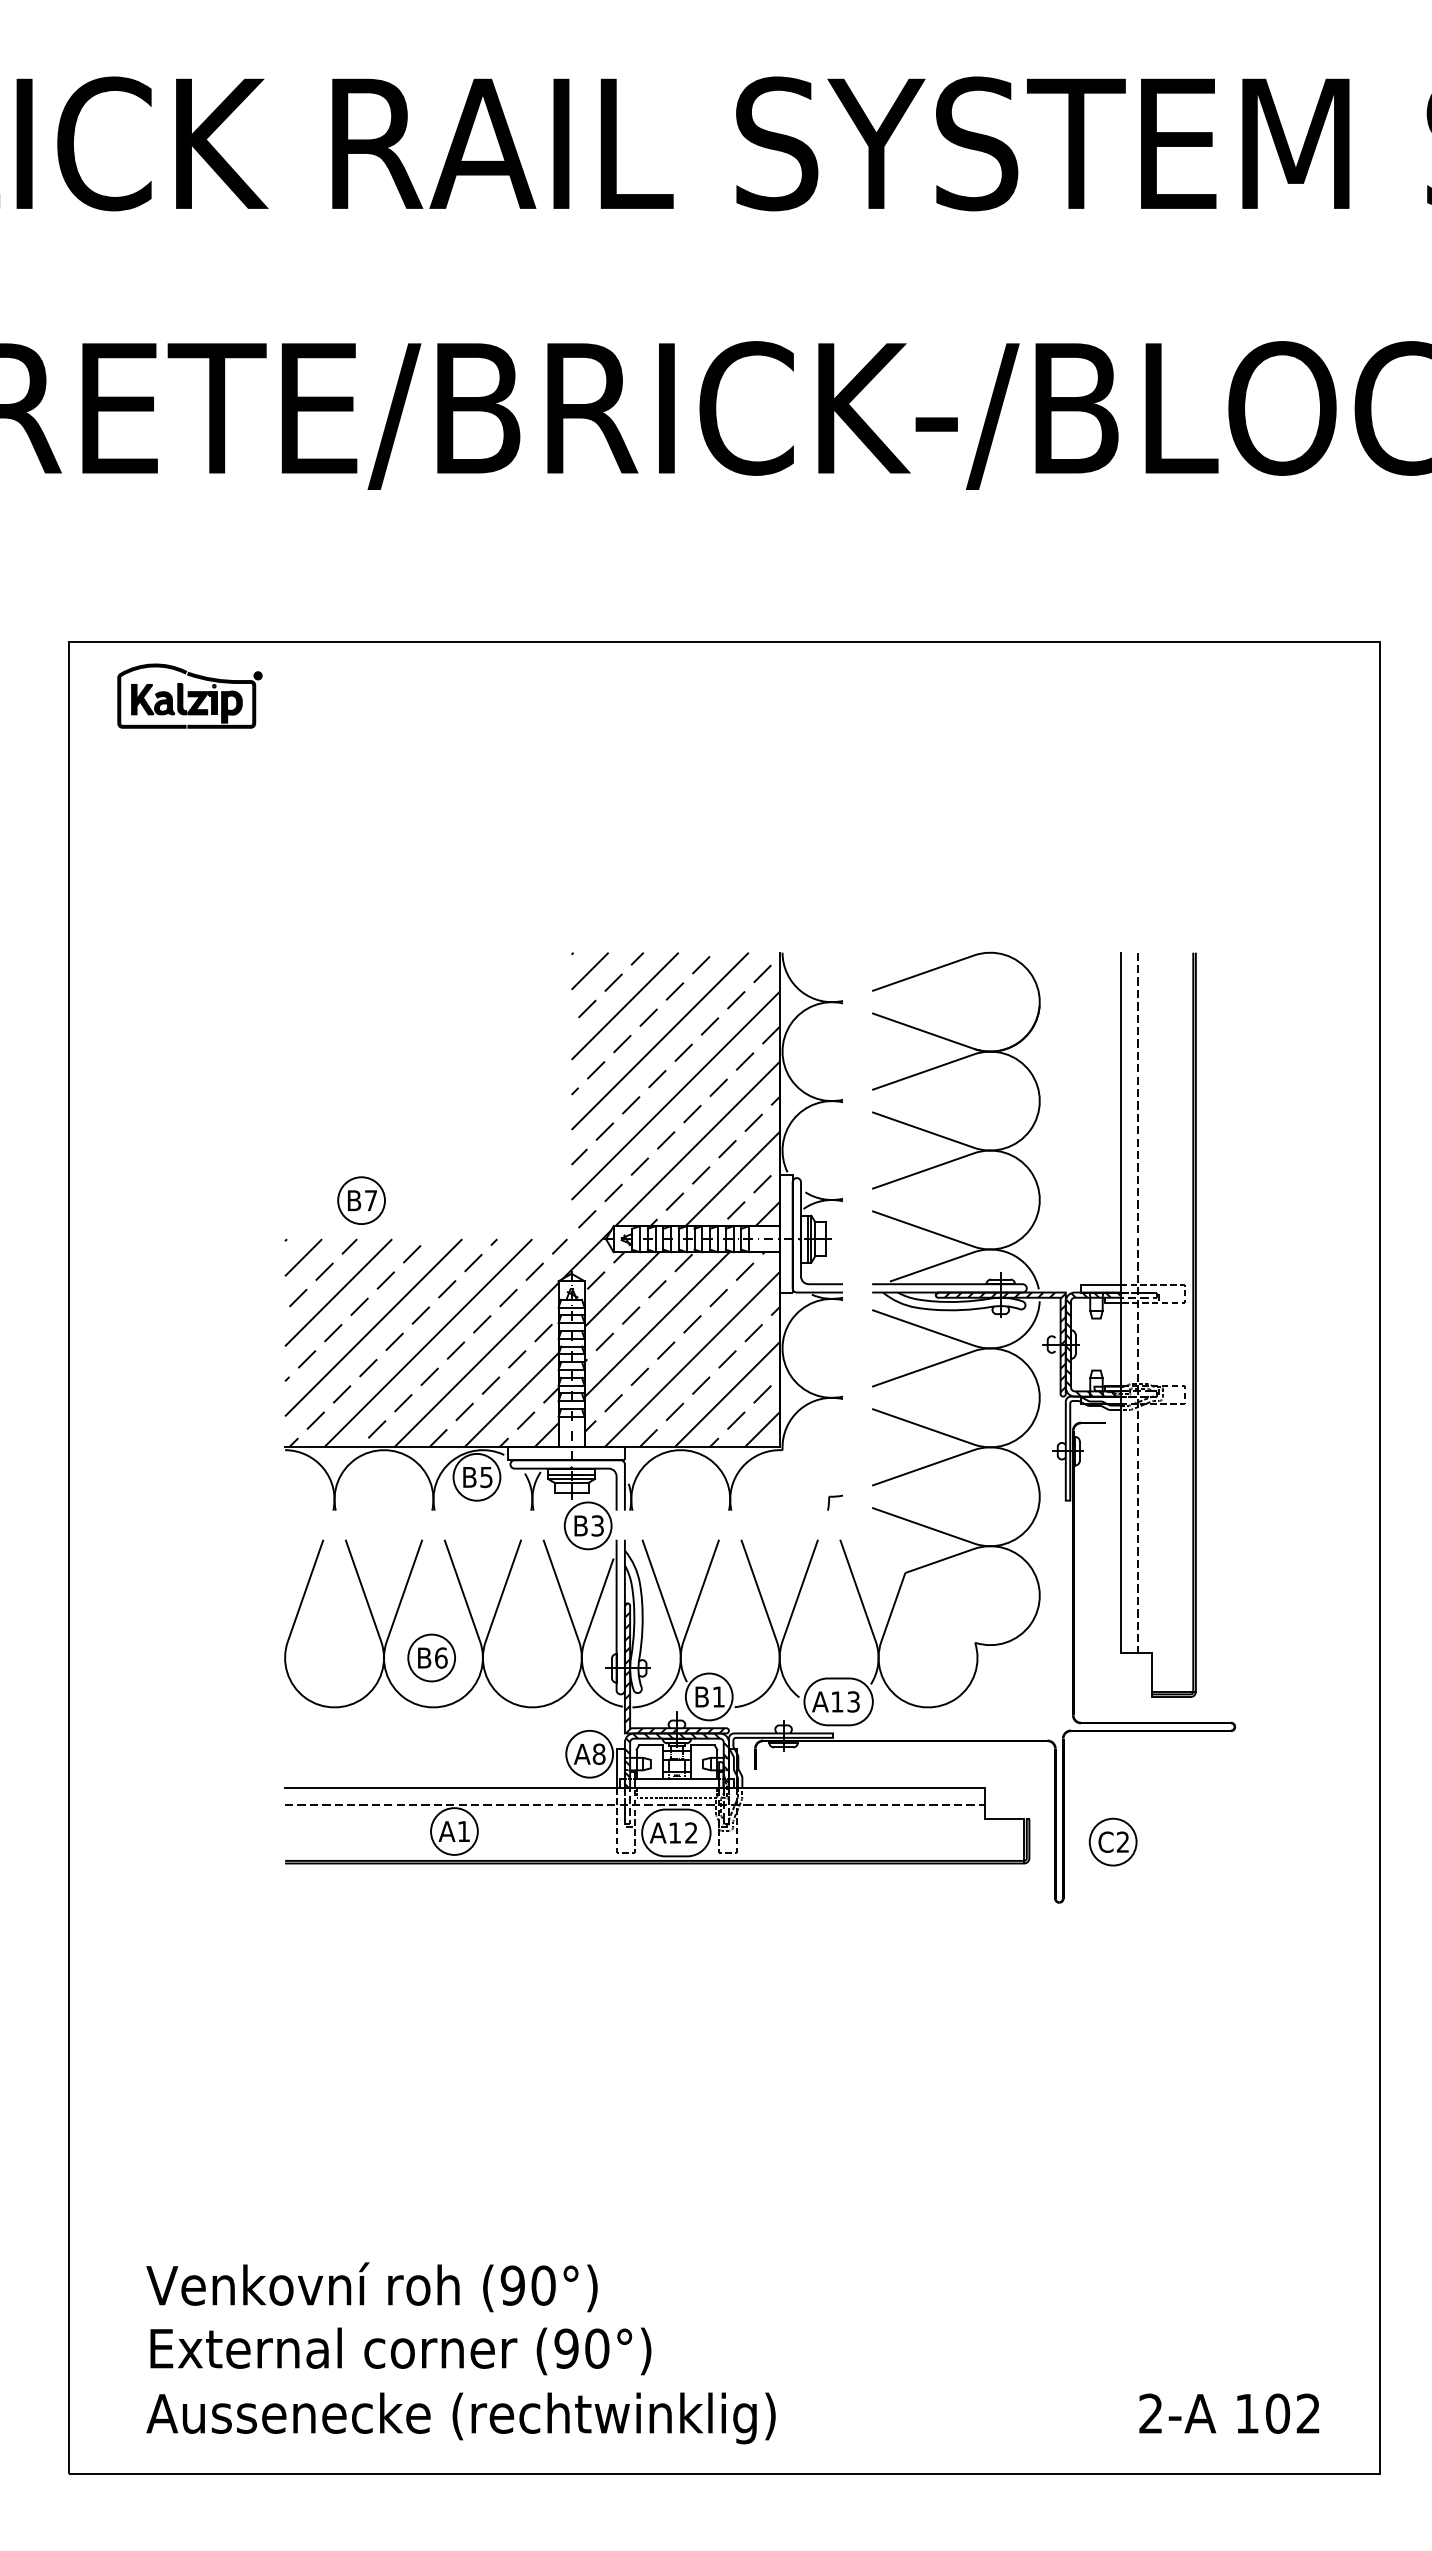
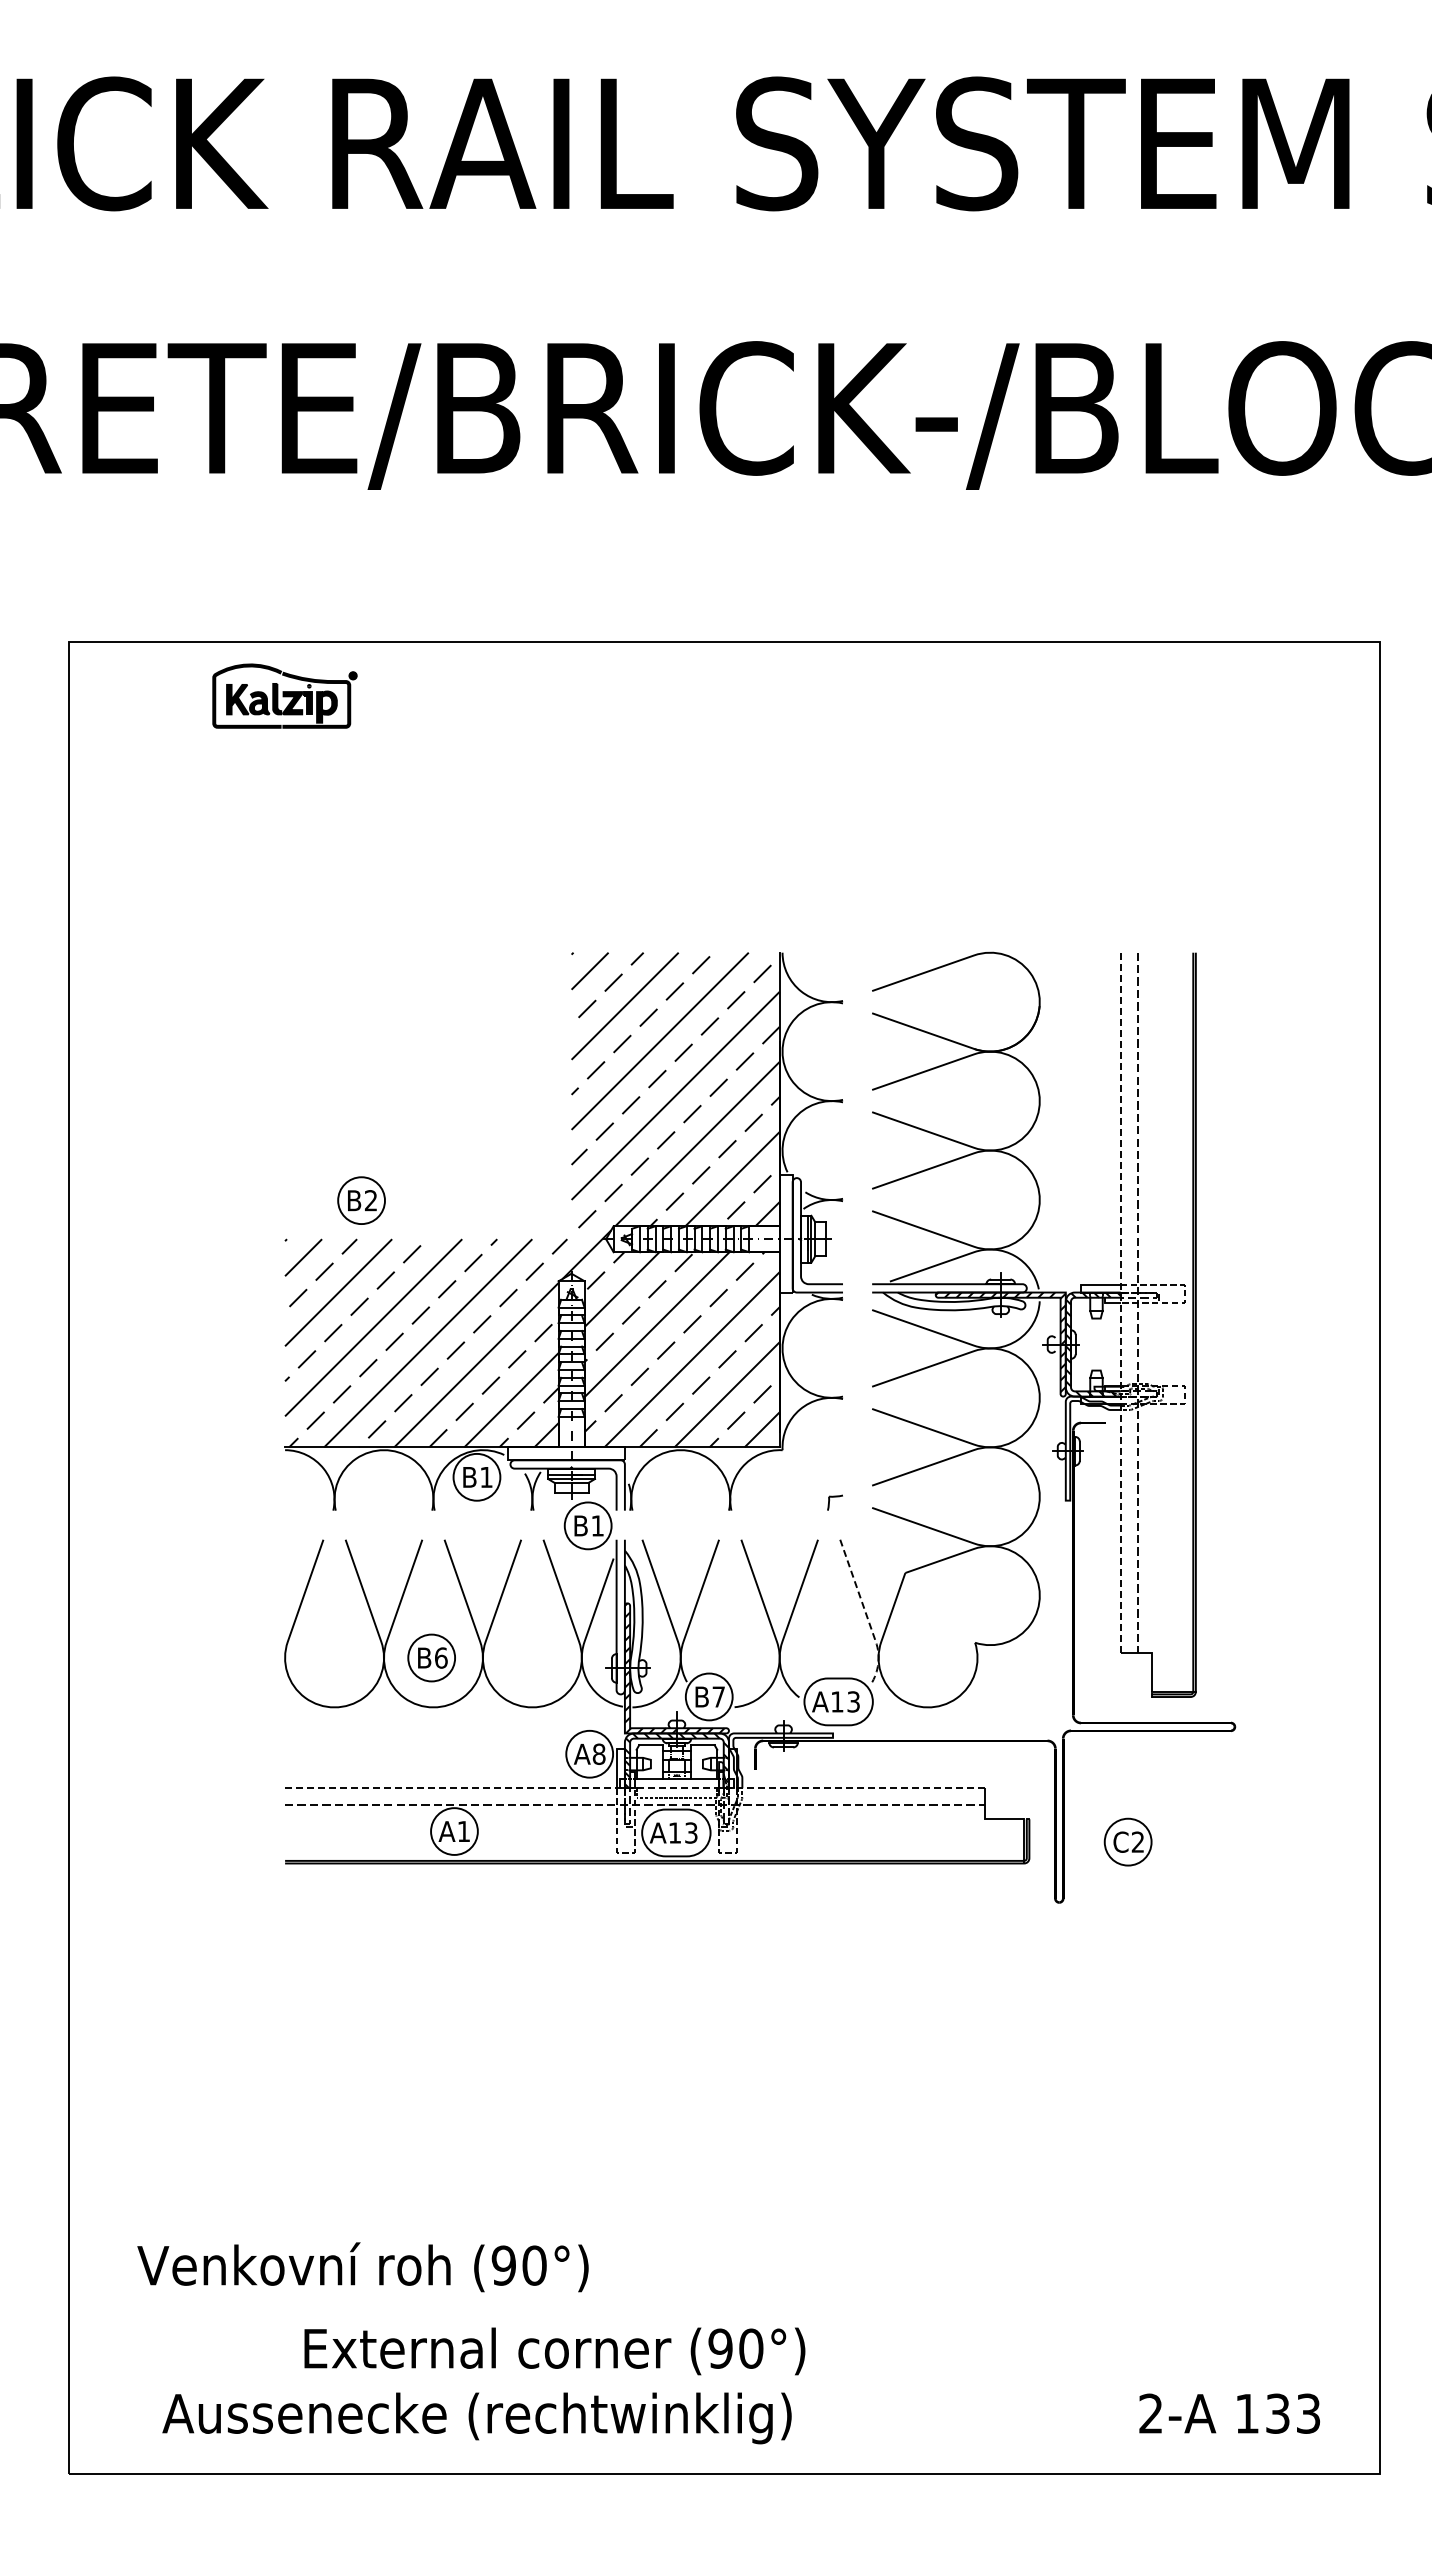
part at (189, 695) position: (189, 695) -> (284, 695)
text at (371, 1200): B7 -> B2
line at (1120, 1302): solid -> dashed
text at (486, 1477): B5 -> B1
text at (597, 1525): B3 -> B1
line at (867, 1617): solid -> dashed
text at (718, 1696): B1 -> B7
line at (634, 1788): solid -> dashed
text at (691, 1832): A12 -> A13
part at (1112, 1841) position: (1112, 1841) -> (1127, 1841)
text at (371, 2287) position: (371, 2287) -> (362, 2267)
text at (400, 2351) position: (400, 2351) -> (554, 2351)
text at (1293, 2413): 102 -> 133
text at (460, 2418) position: (460, 2418) -> (476, 2418)
